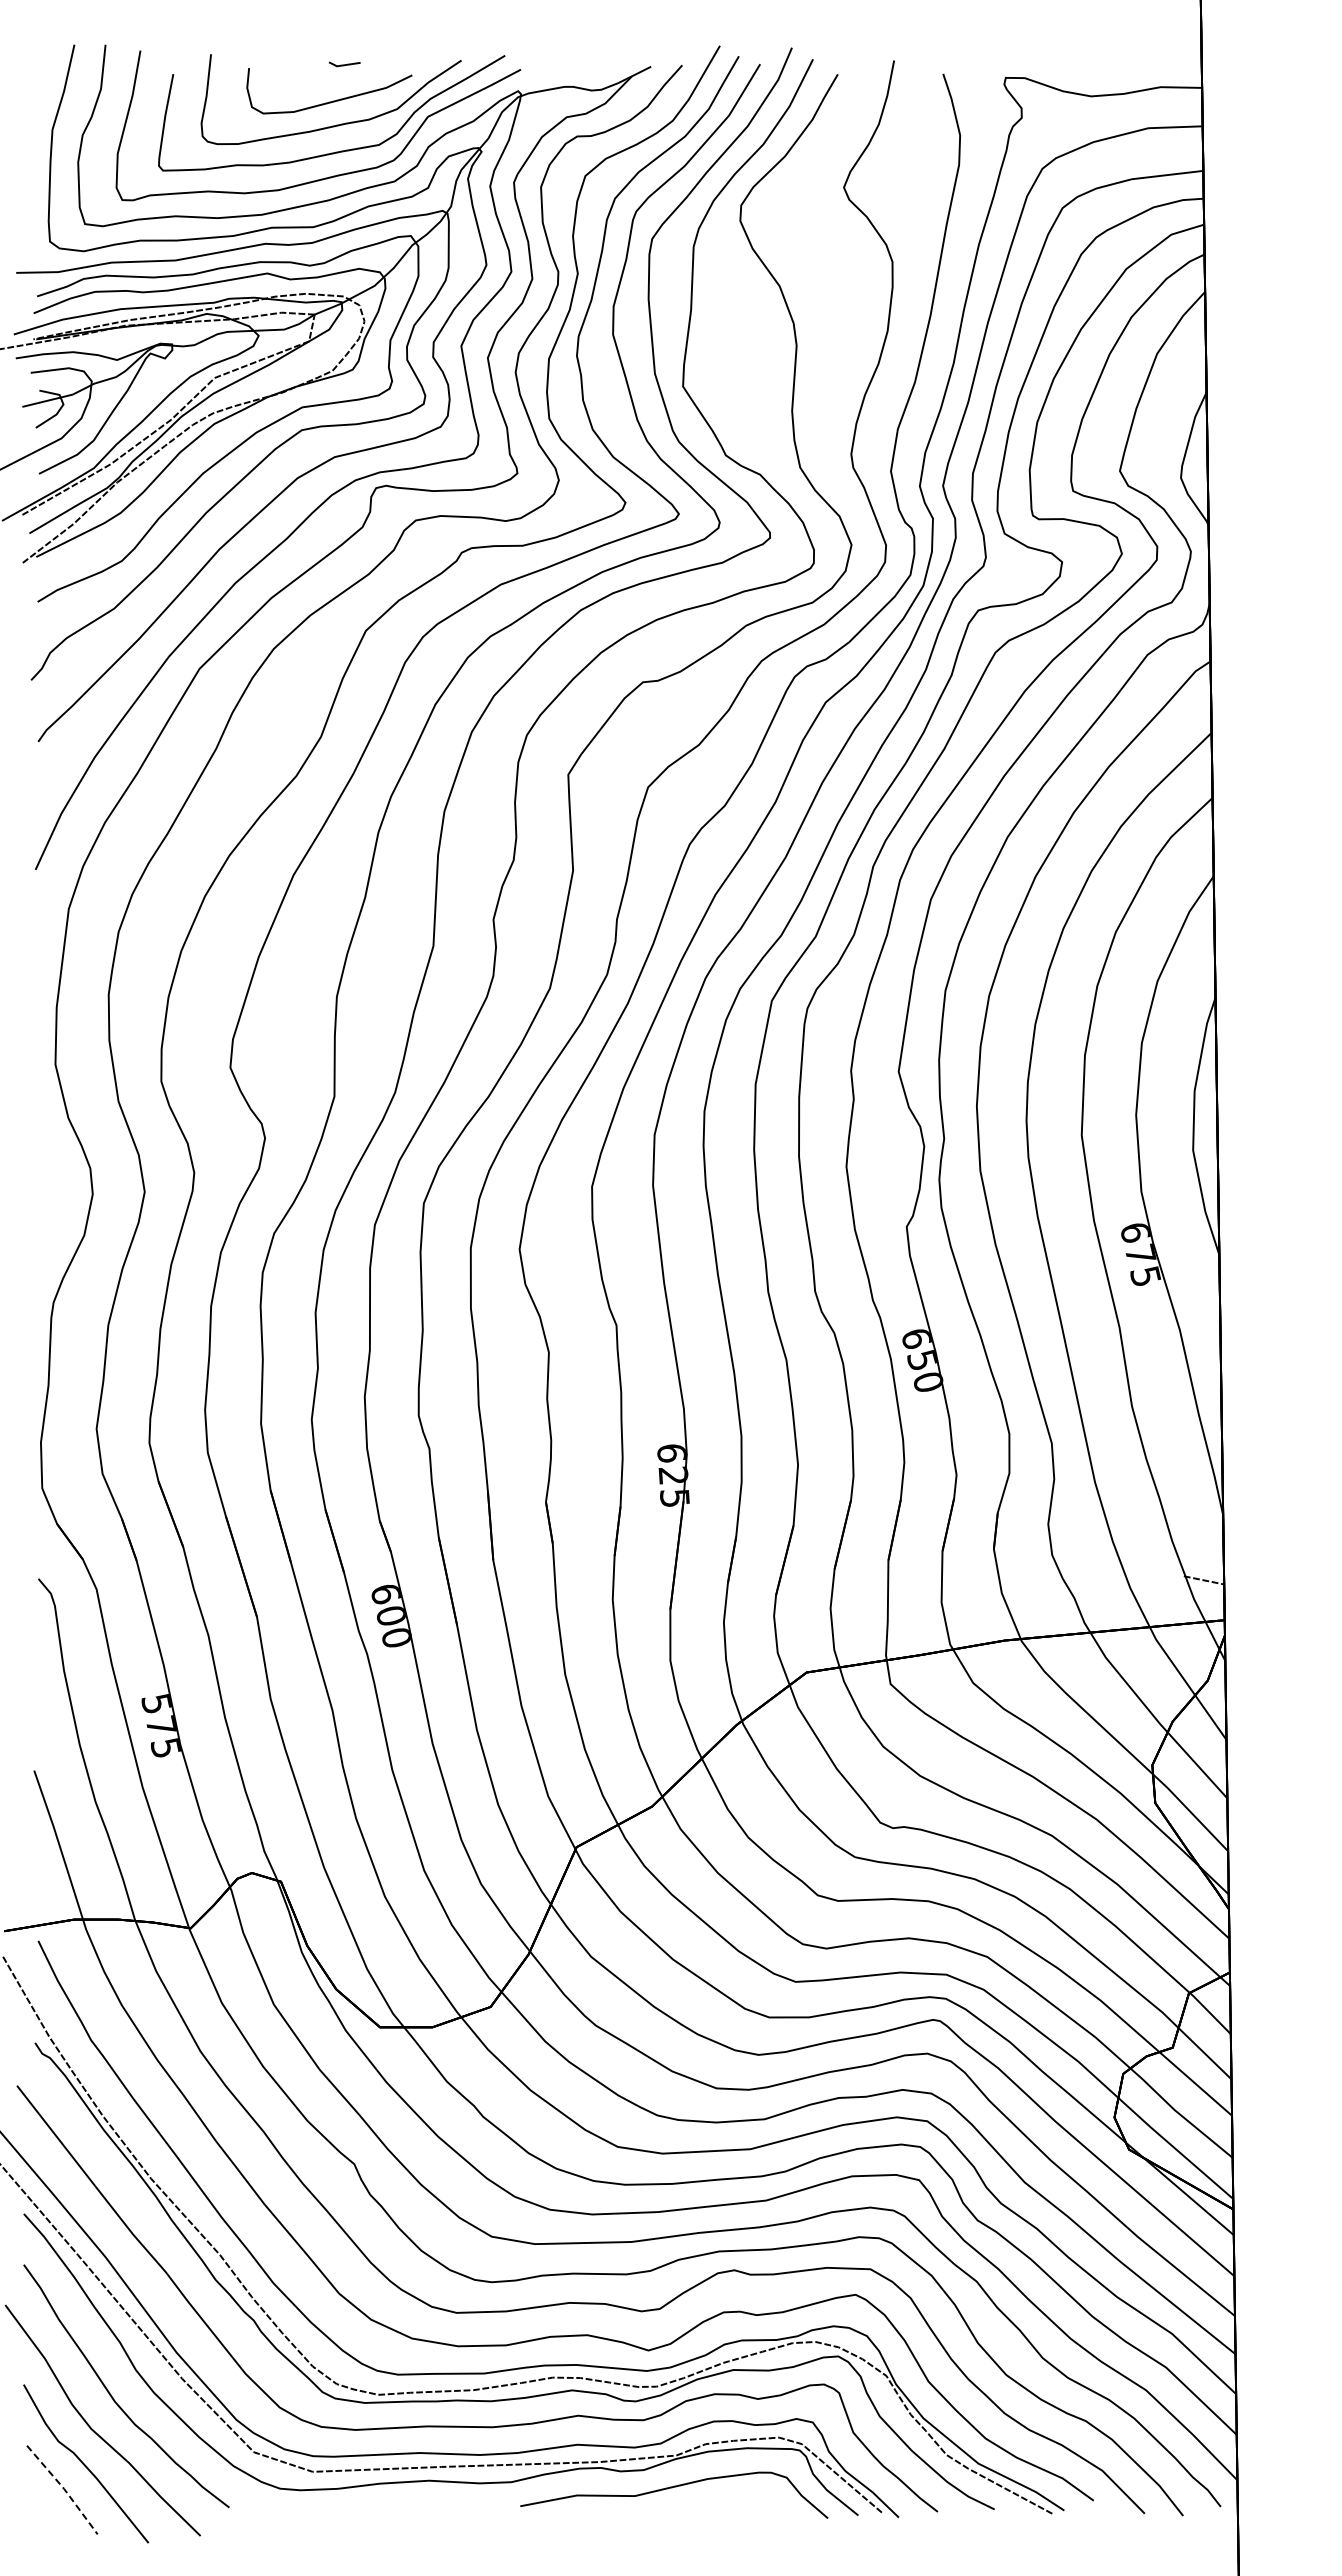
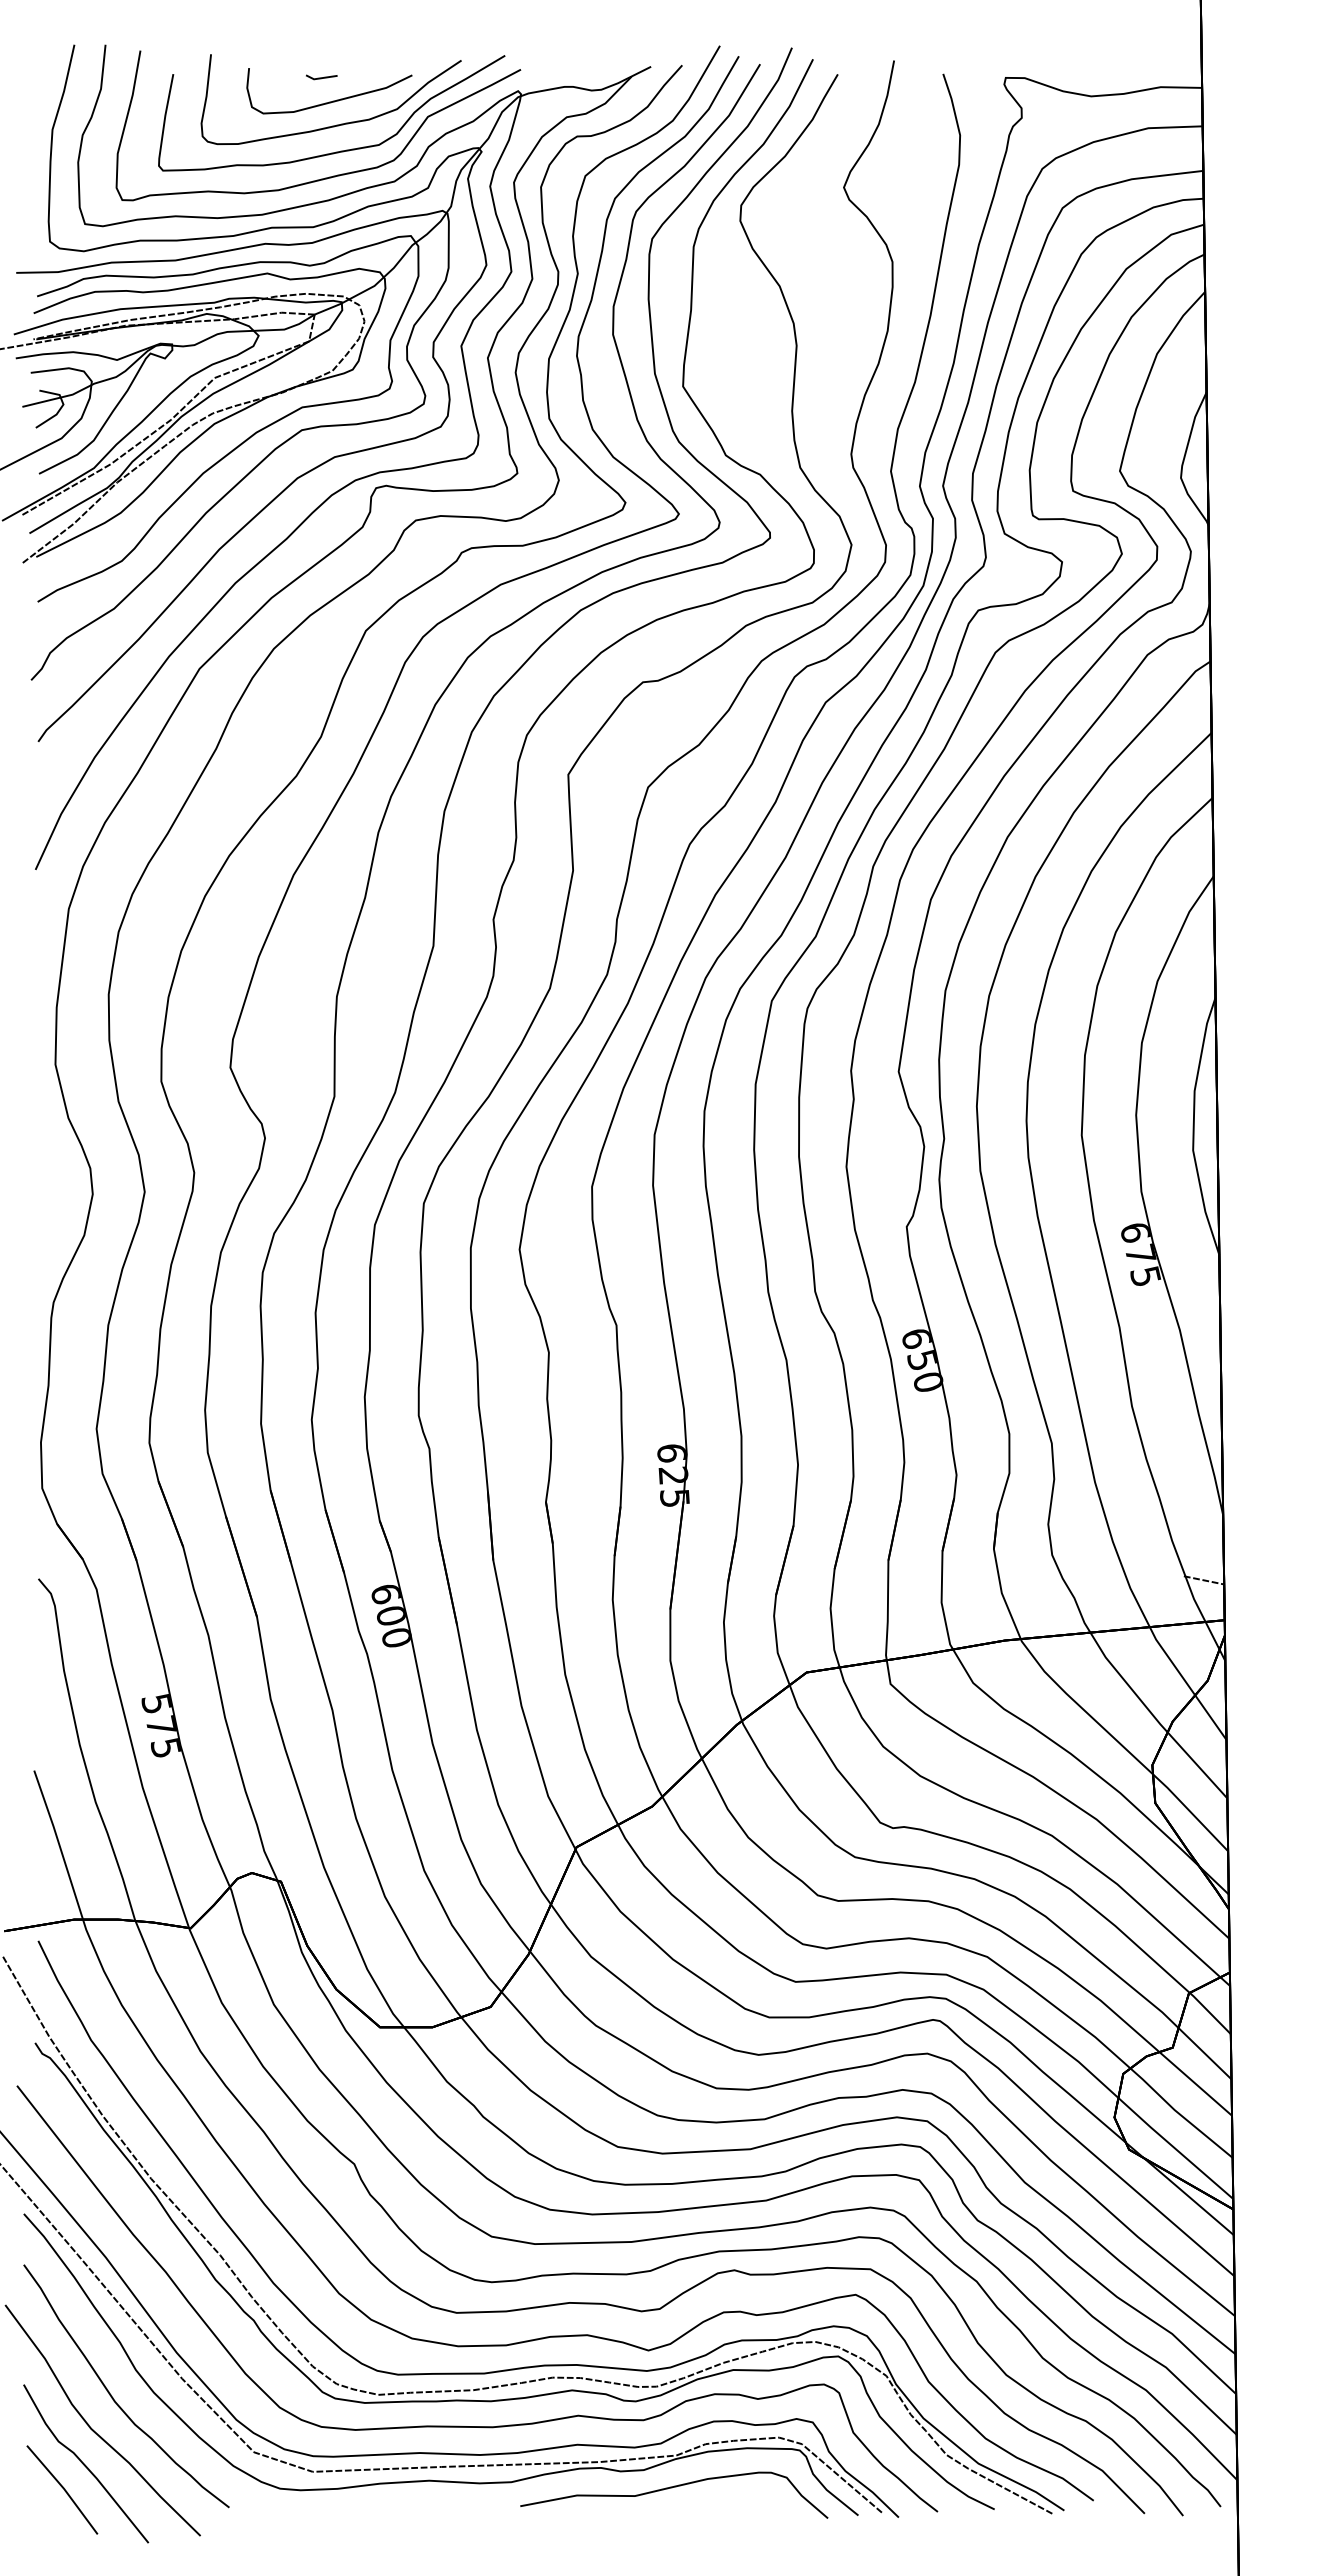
line at (344, 64) position: (344, 64) -> (321, 77)
line at (64, 2488): dashed -> solid
